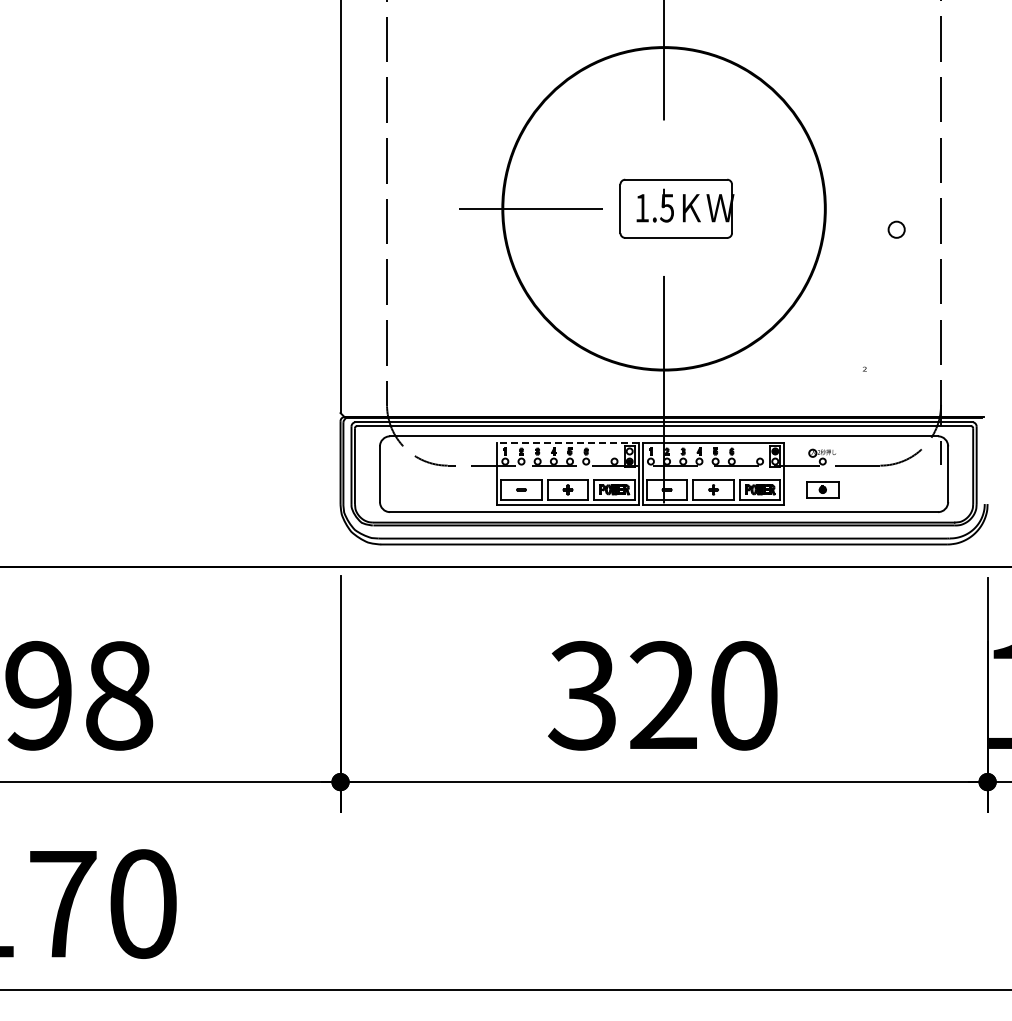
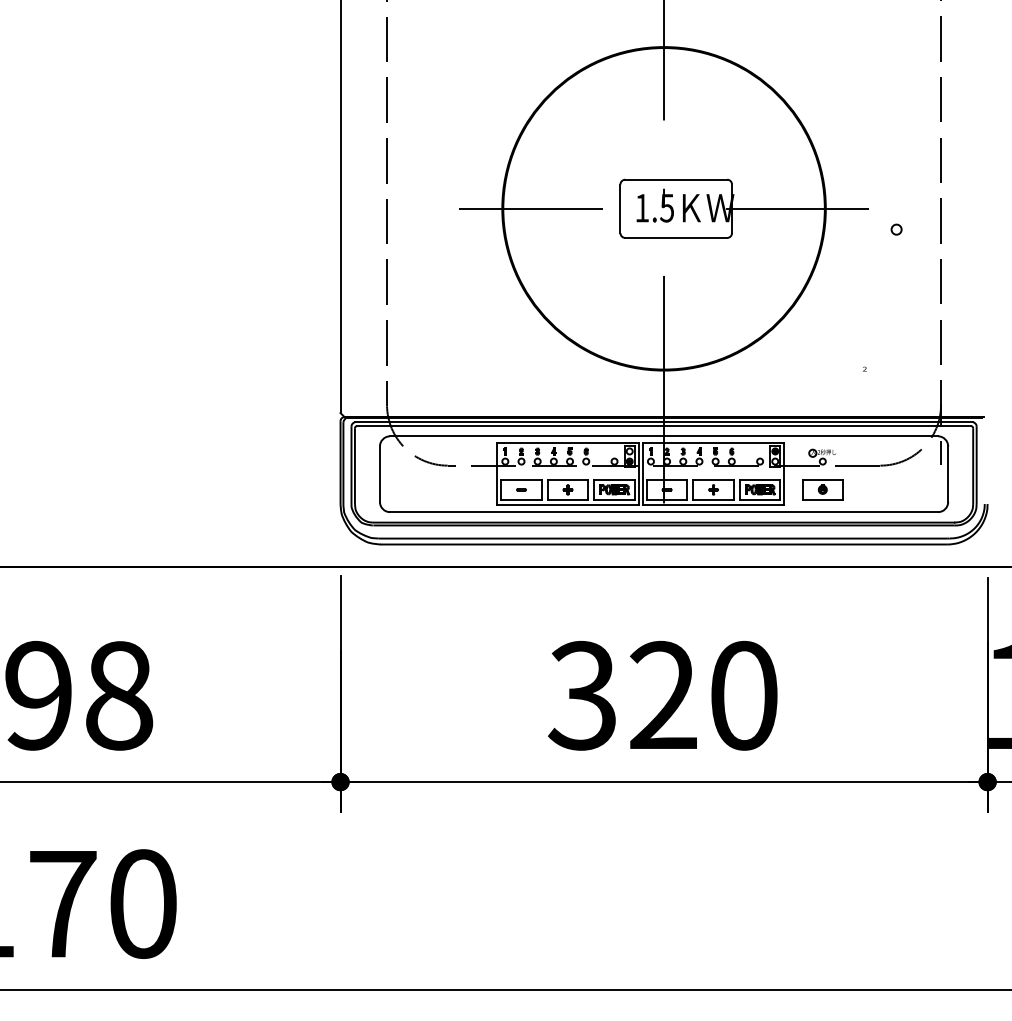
line at (796, 209): none -> present
circle at (896, 229) size: 19x19 px -> 13x13 px
line at (568, 442): dashed -> solid
part at (822, 489) size: 34x18 px -> 42x22 px
